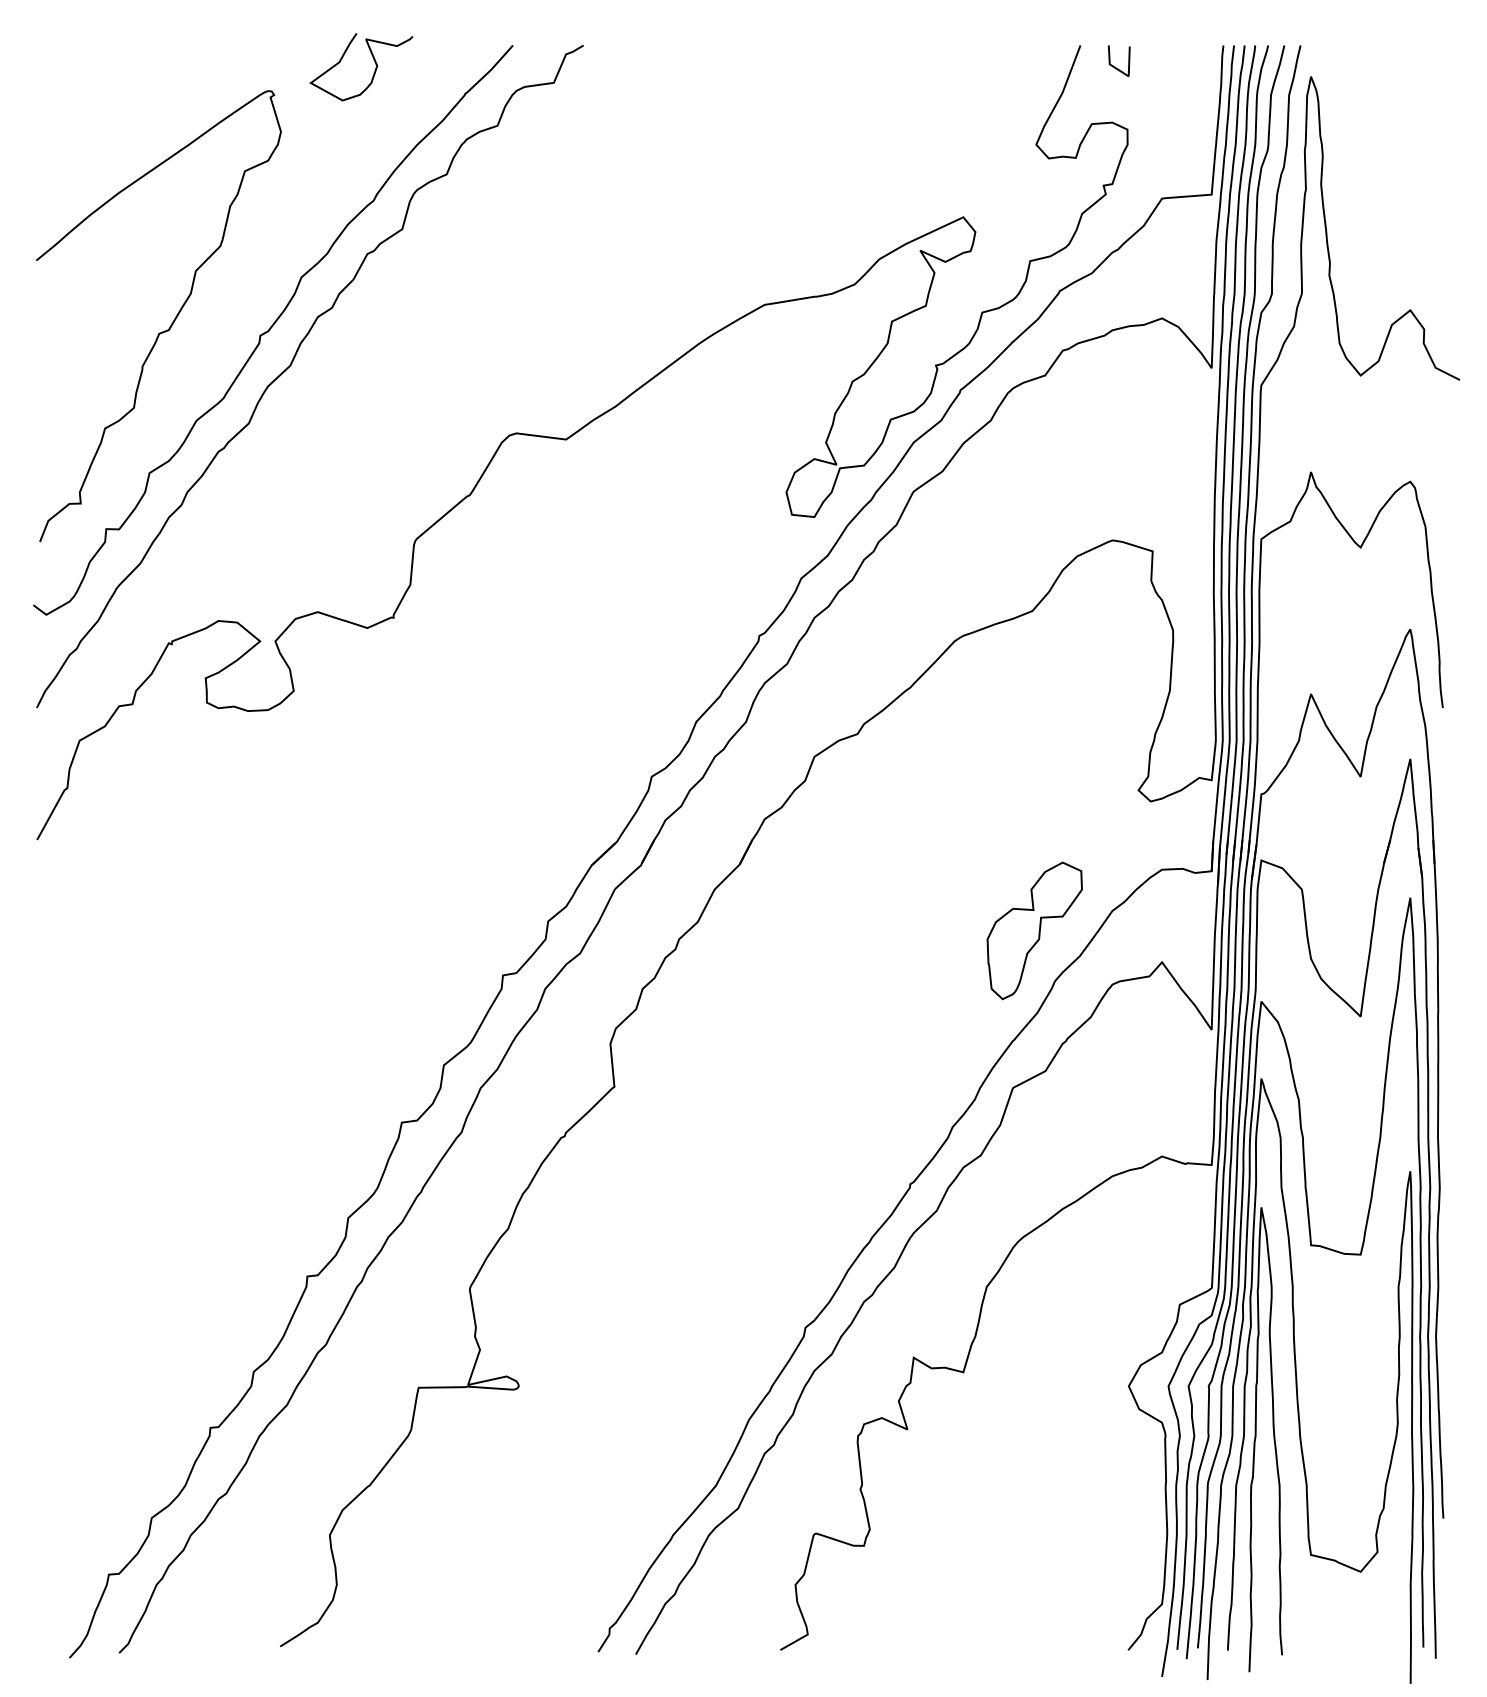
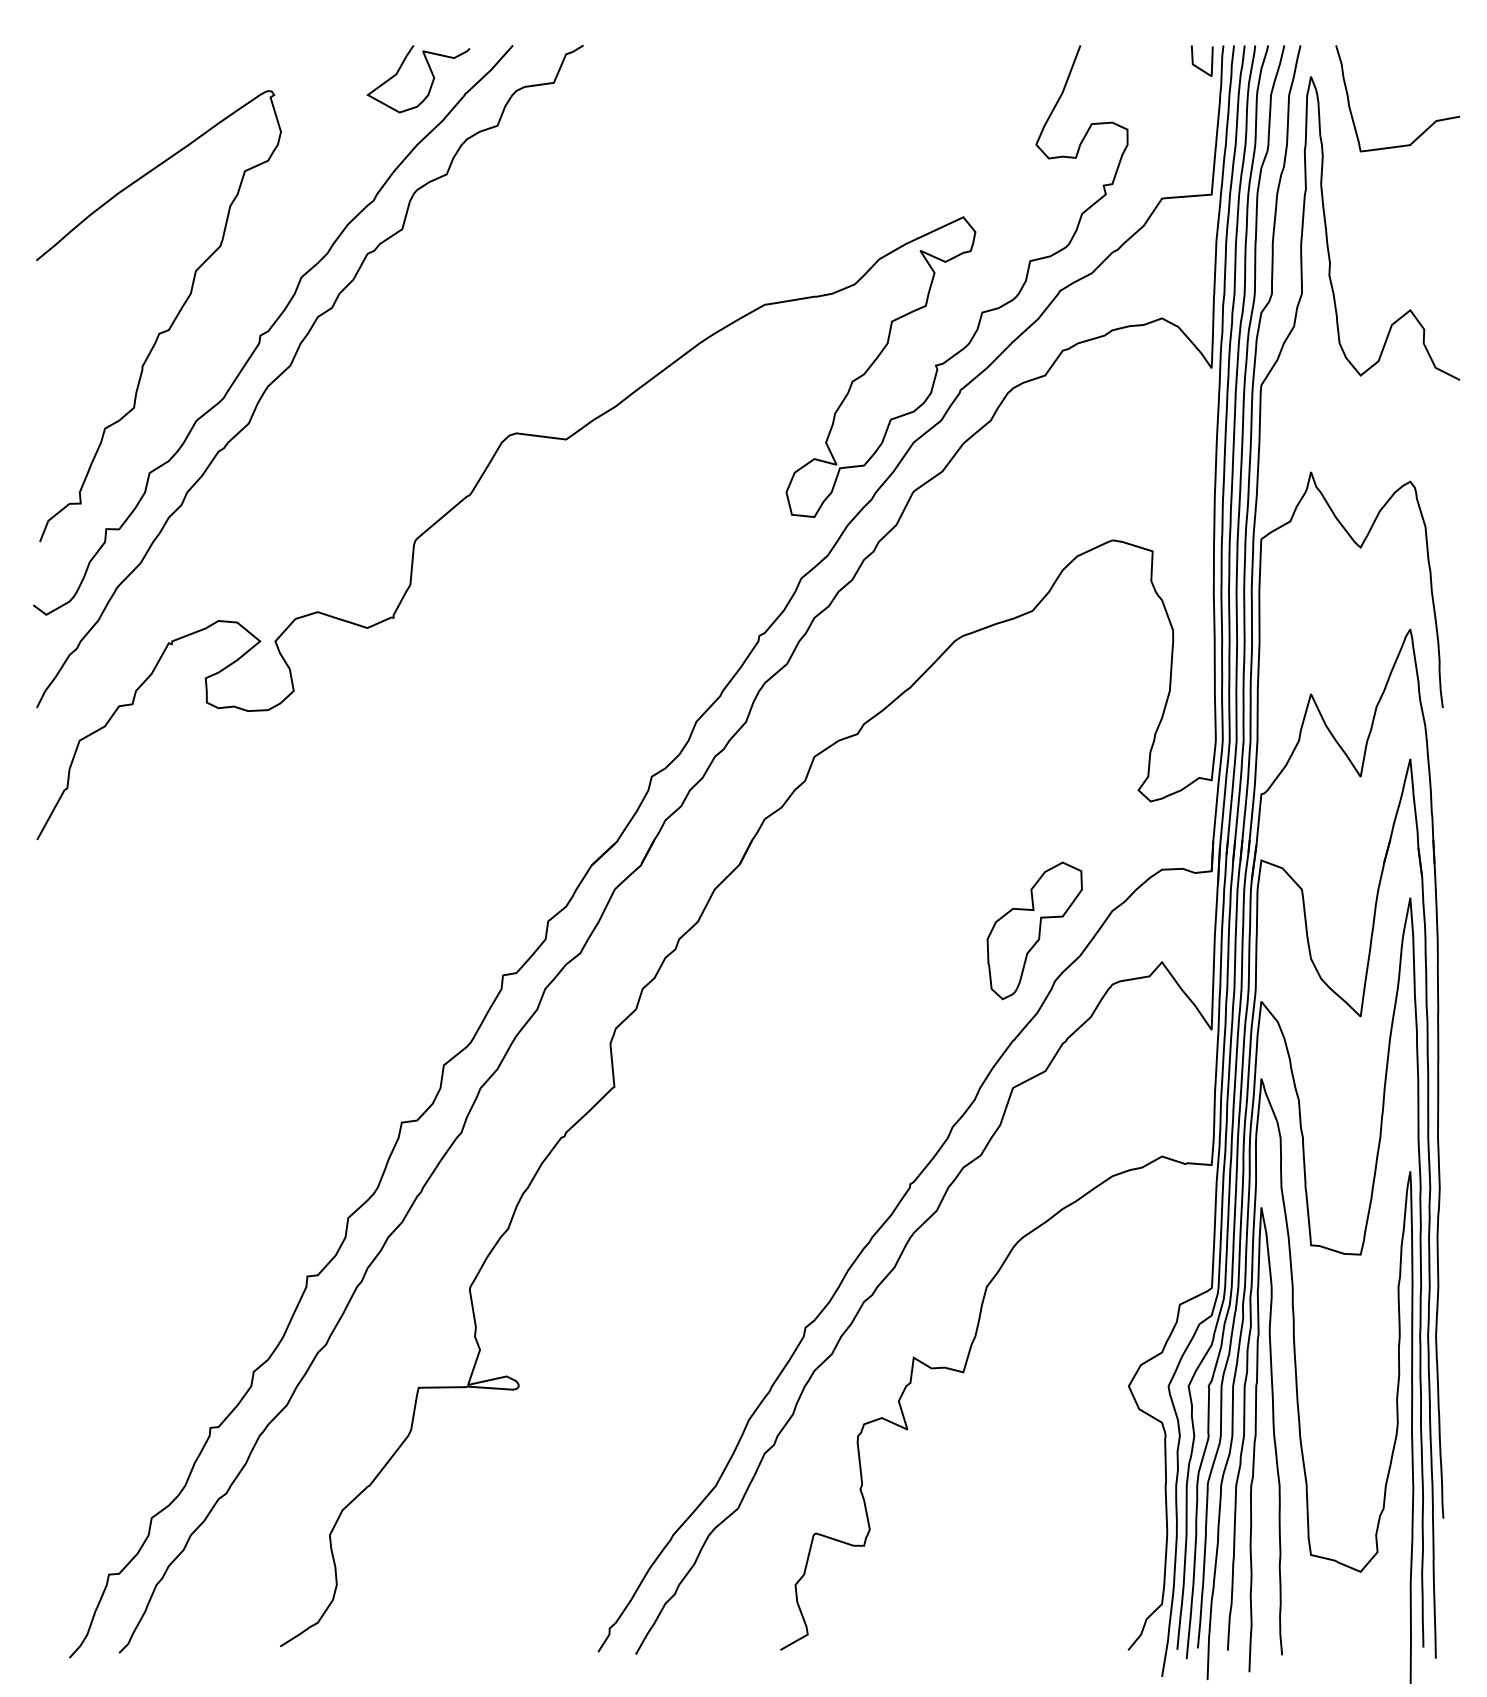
line at (1115, 66) position: (1115, 66) -> (1198, 66)
curve at (374, 70) position: (374, 70) -> (431, 82)
curve at (1427, 127): none -> present
